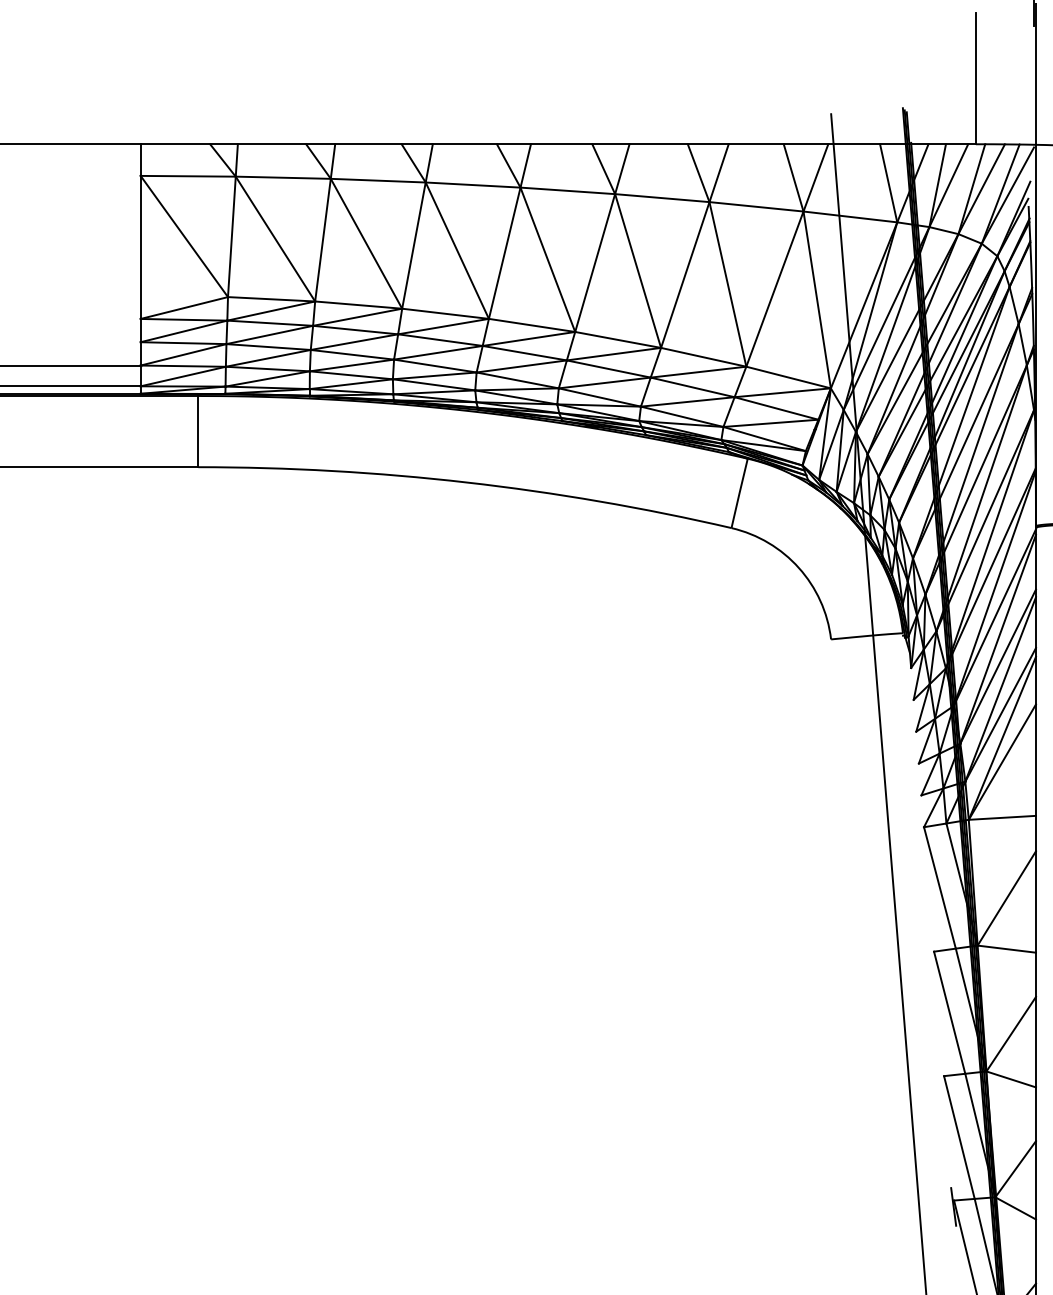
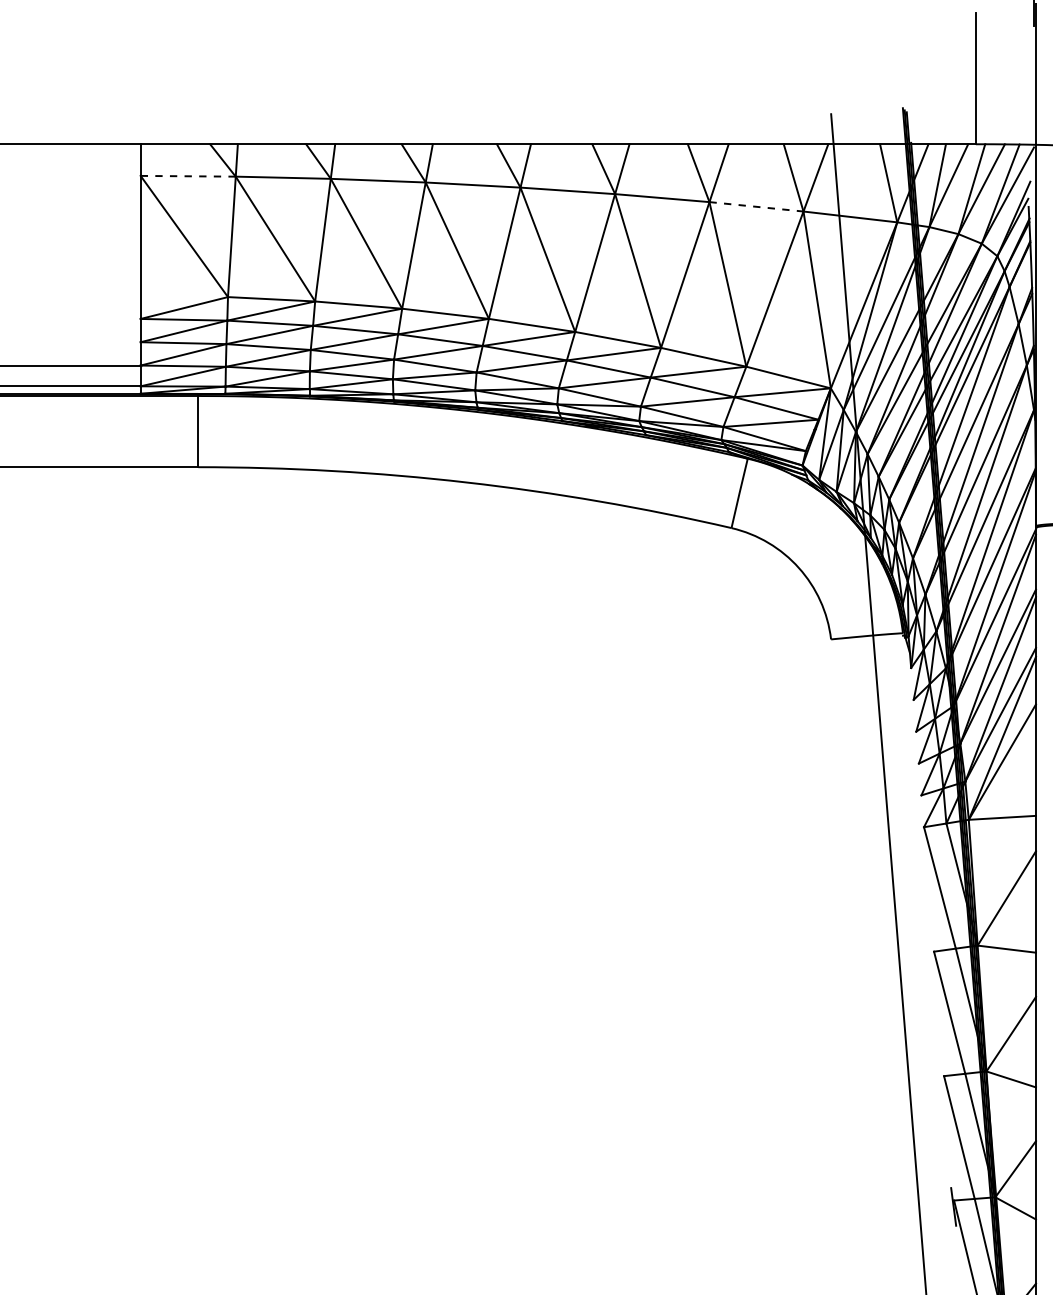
line at (188, 176): solid -> dashed
line at (756, 206): solid -> dashed
